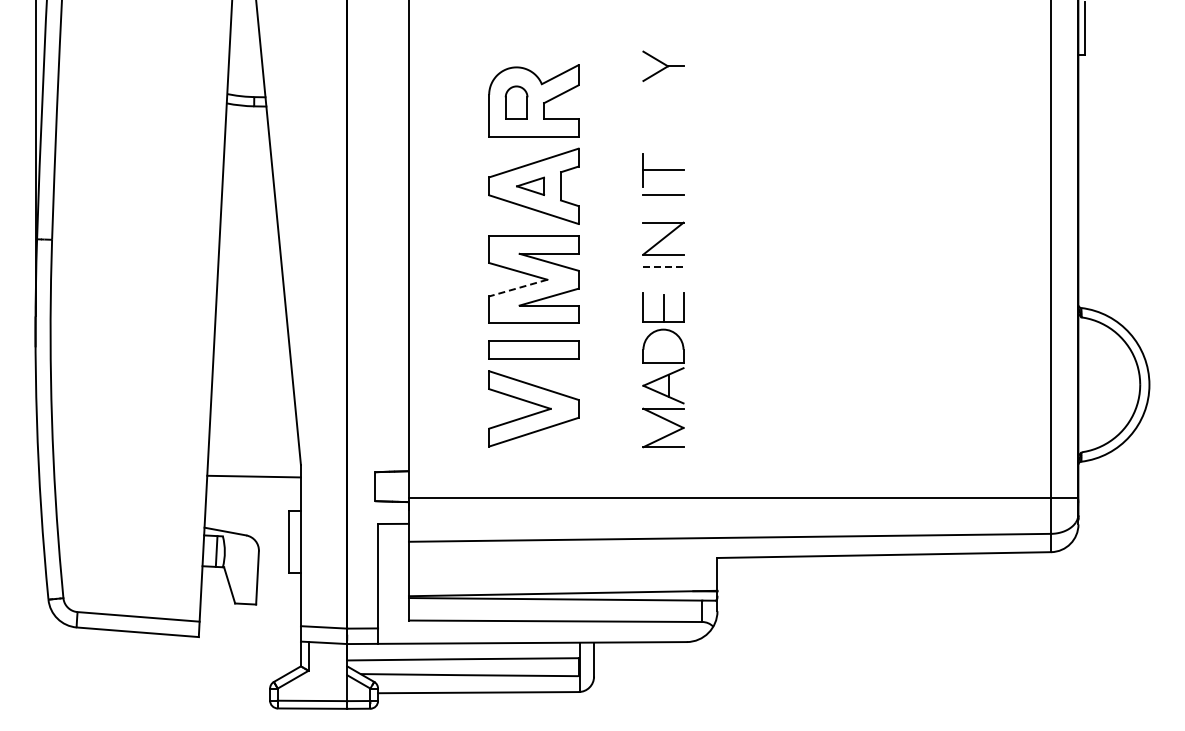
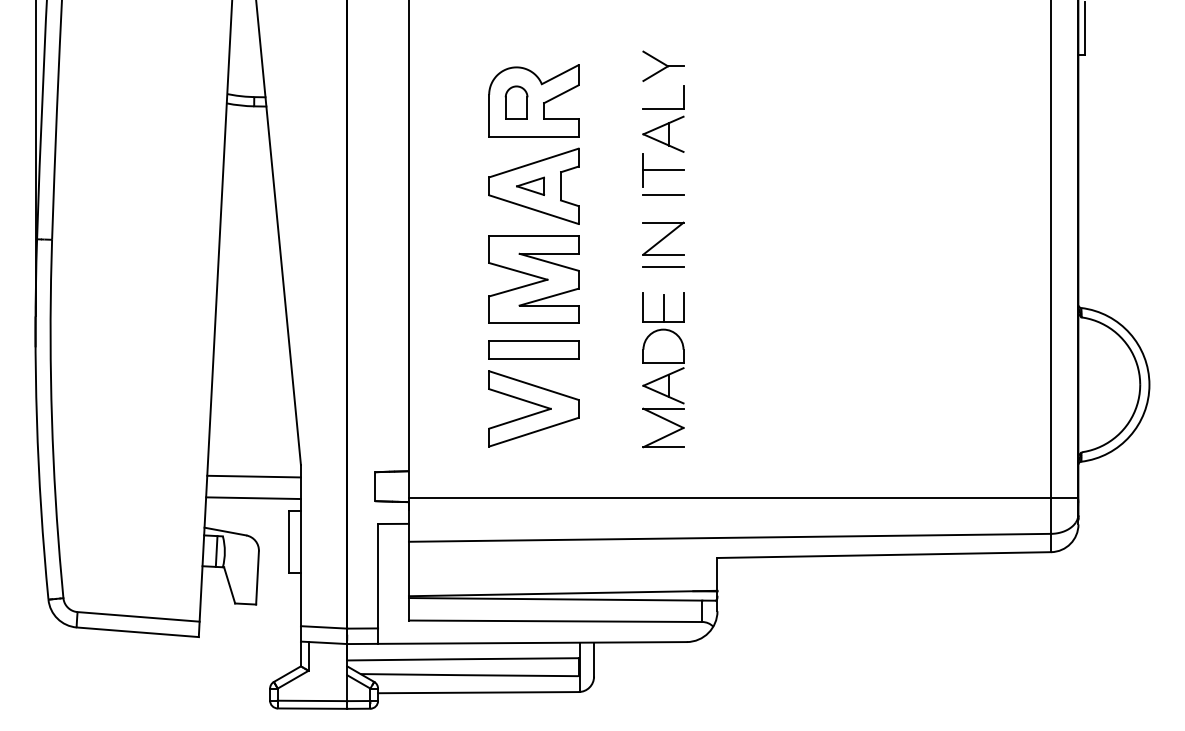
part at (663, 118): none -> present
line at (663, 266): dashed -> solid
line at (517, 288): dashed -> solid
line at (253, 498): none -> present
